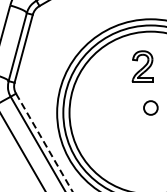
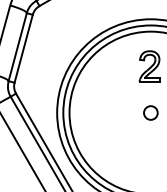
part at (142, 66) position: (142, 66) -> (149, 66)
circle at (150, 107) position: (150, 107) -> (150, 112)
line at (44, 142): dashed -> solid
